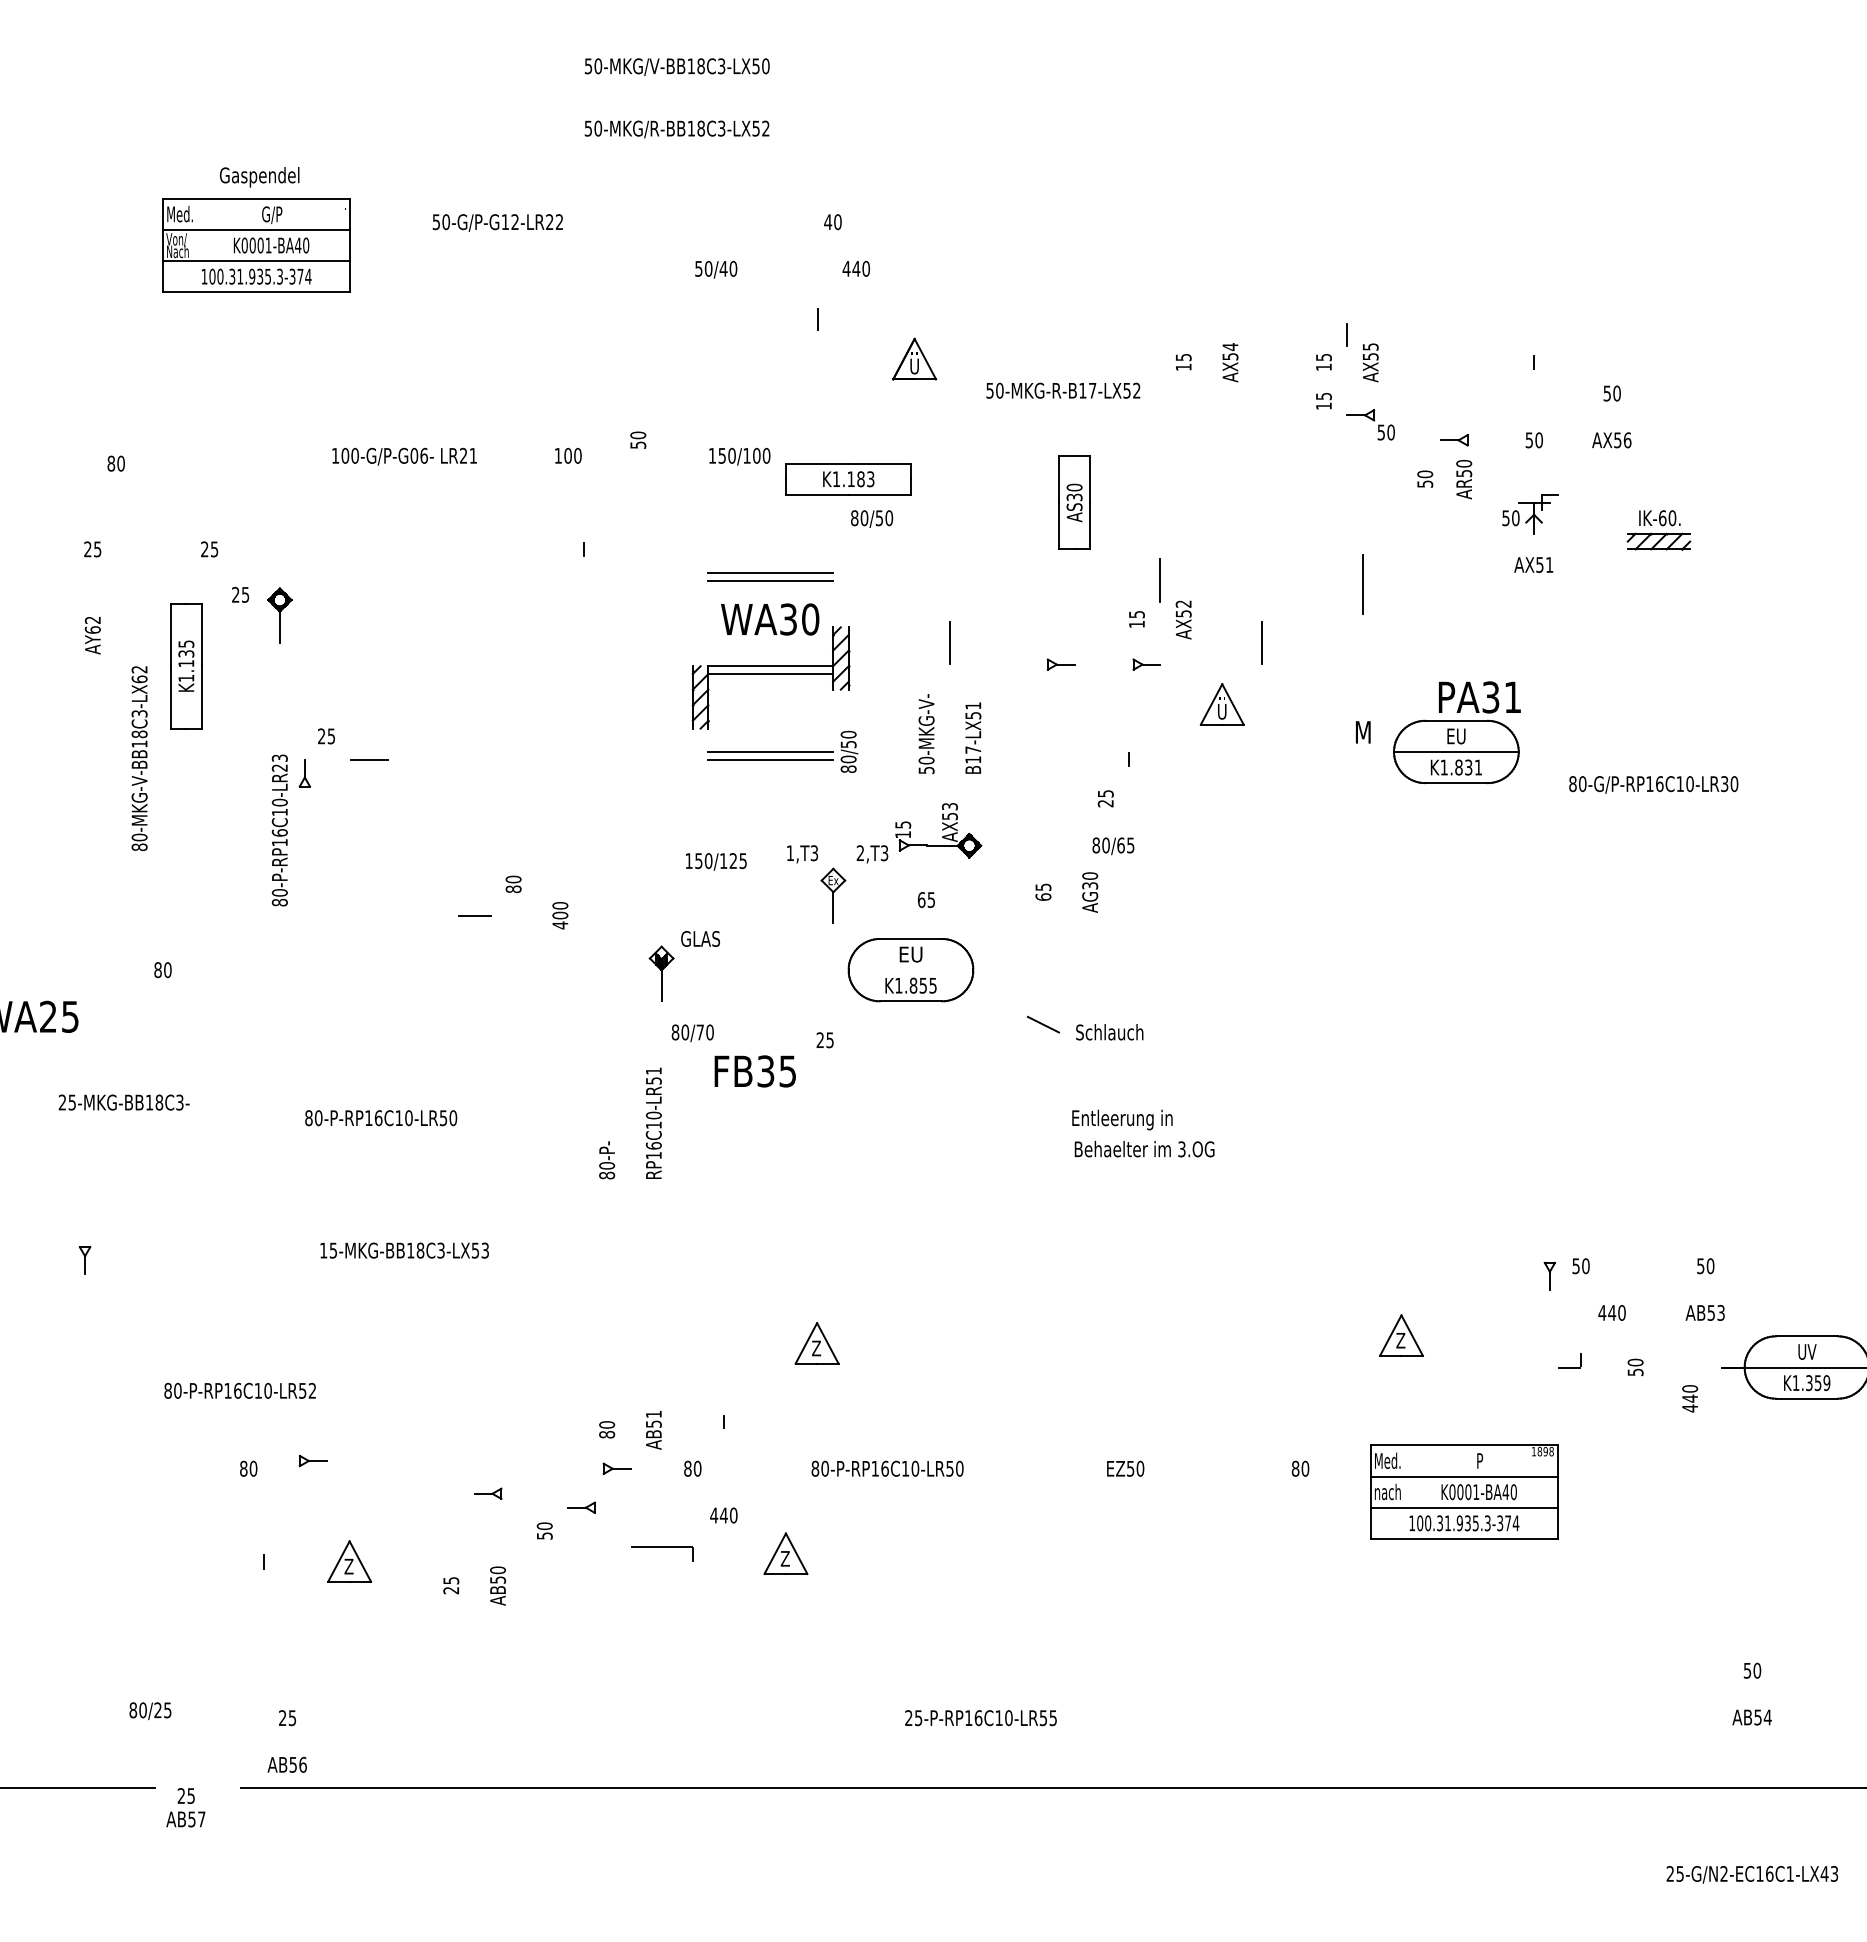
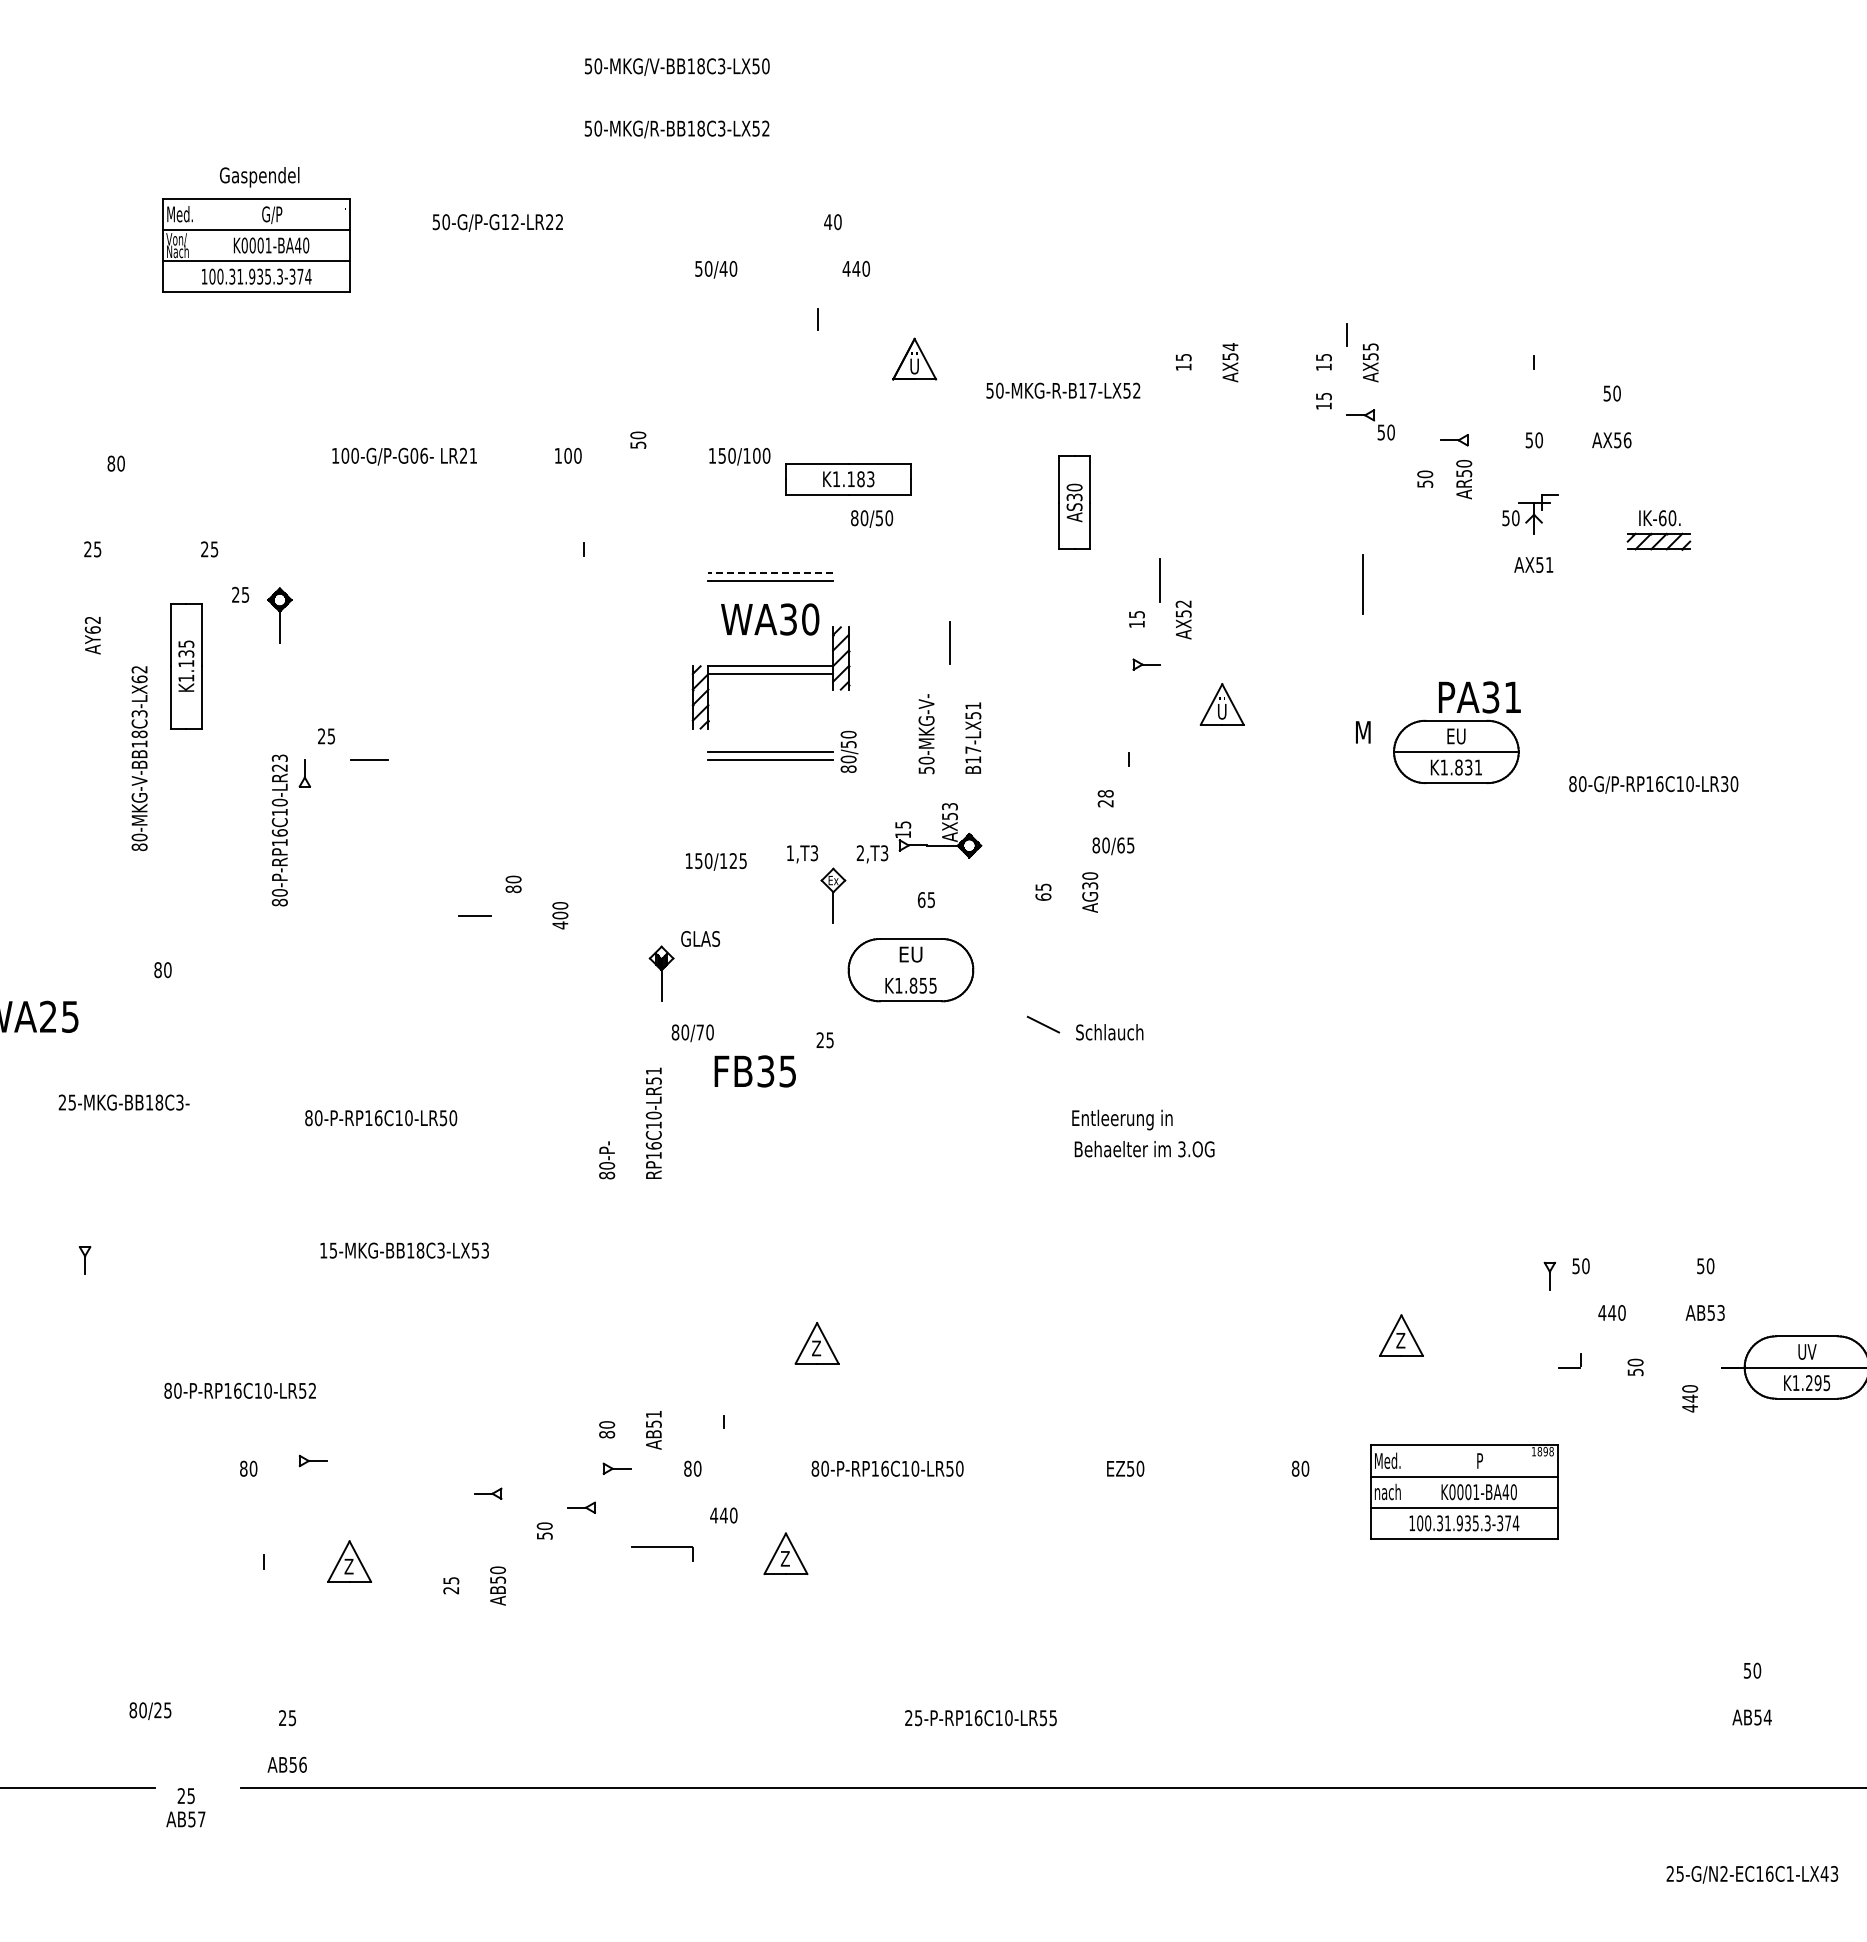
line at (770, 572): solid -> dashed
line at (1261, 642): present -> none
part at (1060, 664): present -> none
text at (1105, 793): 25 -> 28
text at (1818, 1383): K1.359 -> K1.295
